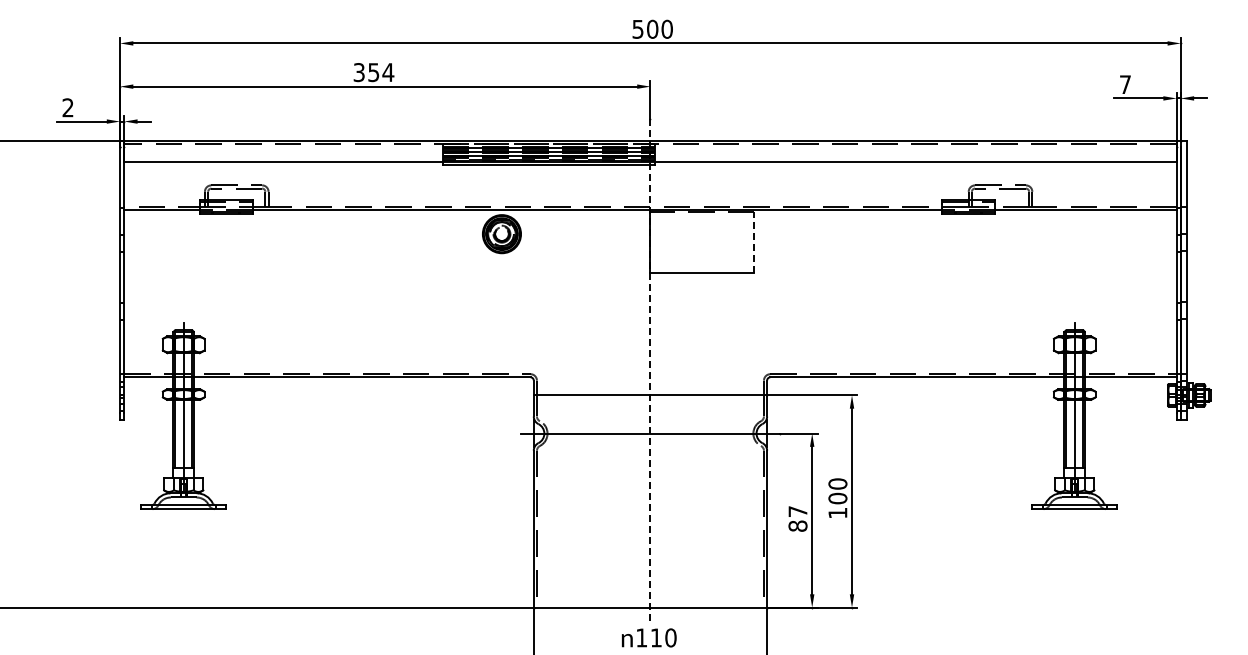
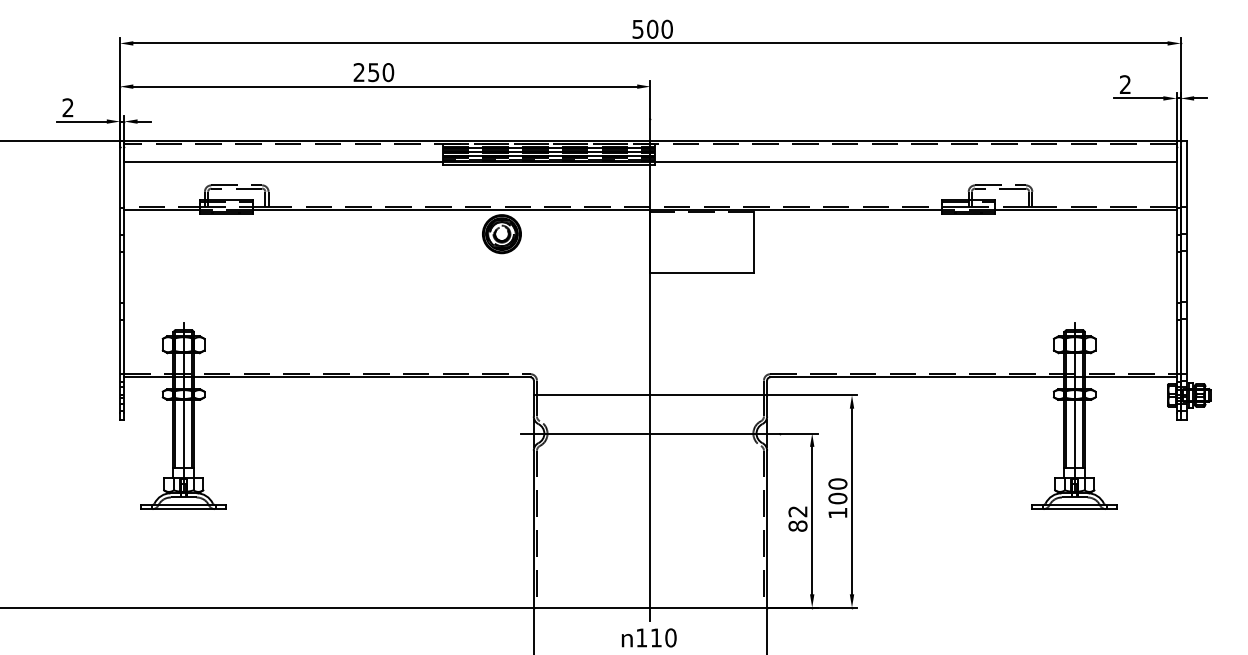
text at (373, 72): 354 -> 250
text at (1125, 84): 7 -> 2
line at (754, 242): dashed -> solid
line at (650, 370): dashed -> solid
text at (797, 511): 87 -> 82
